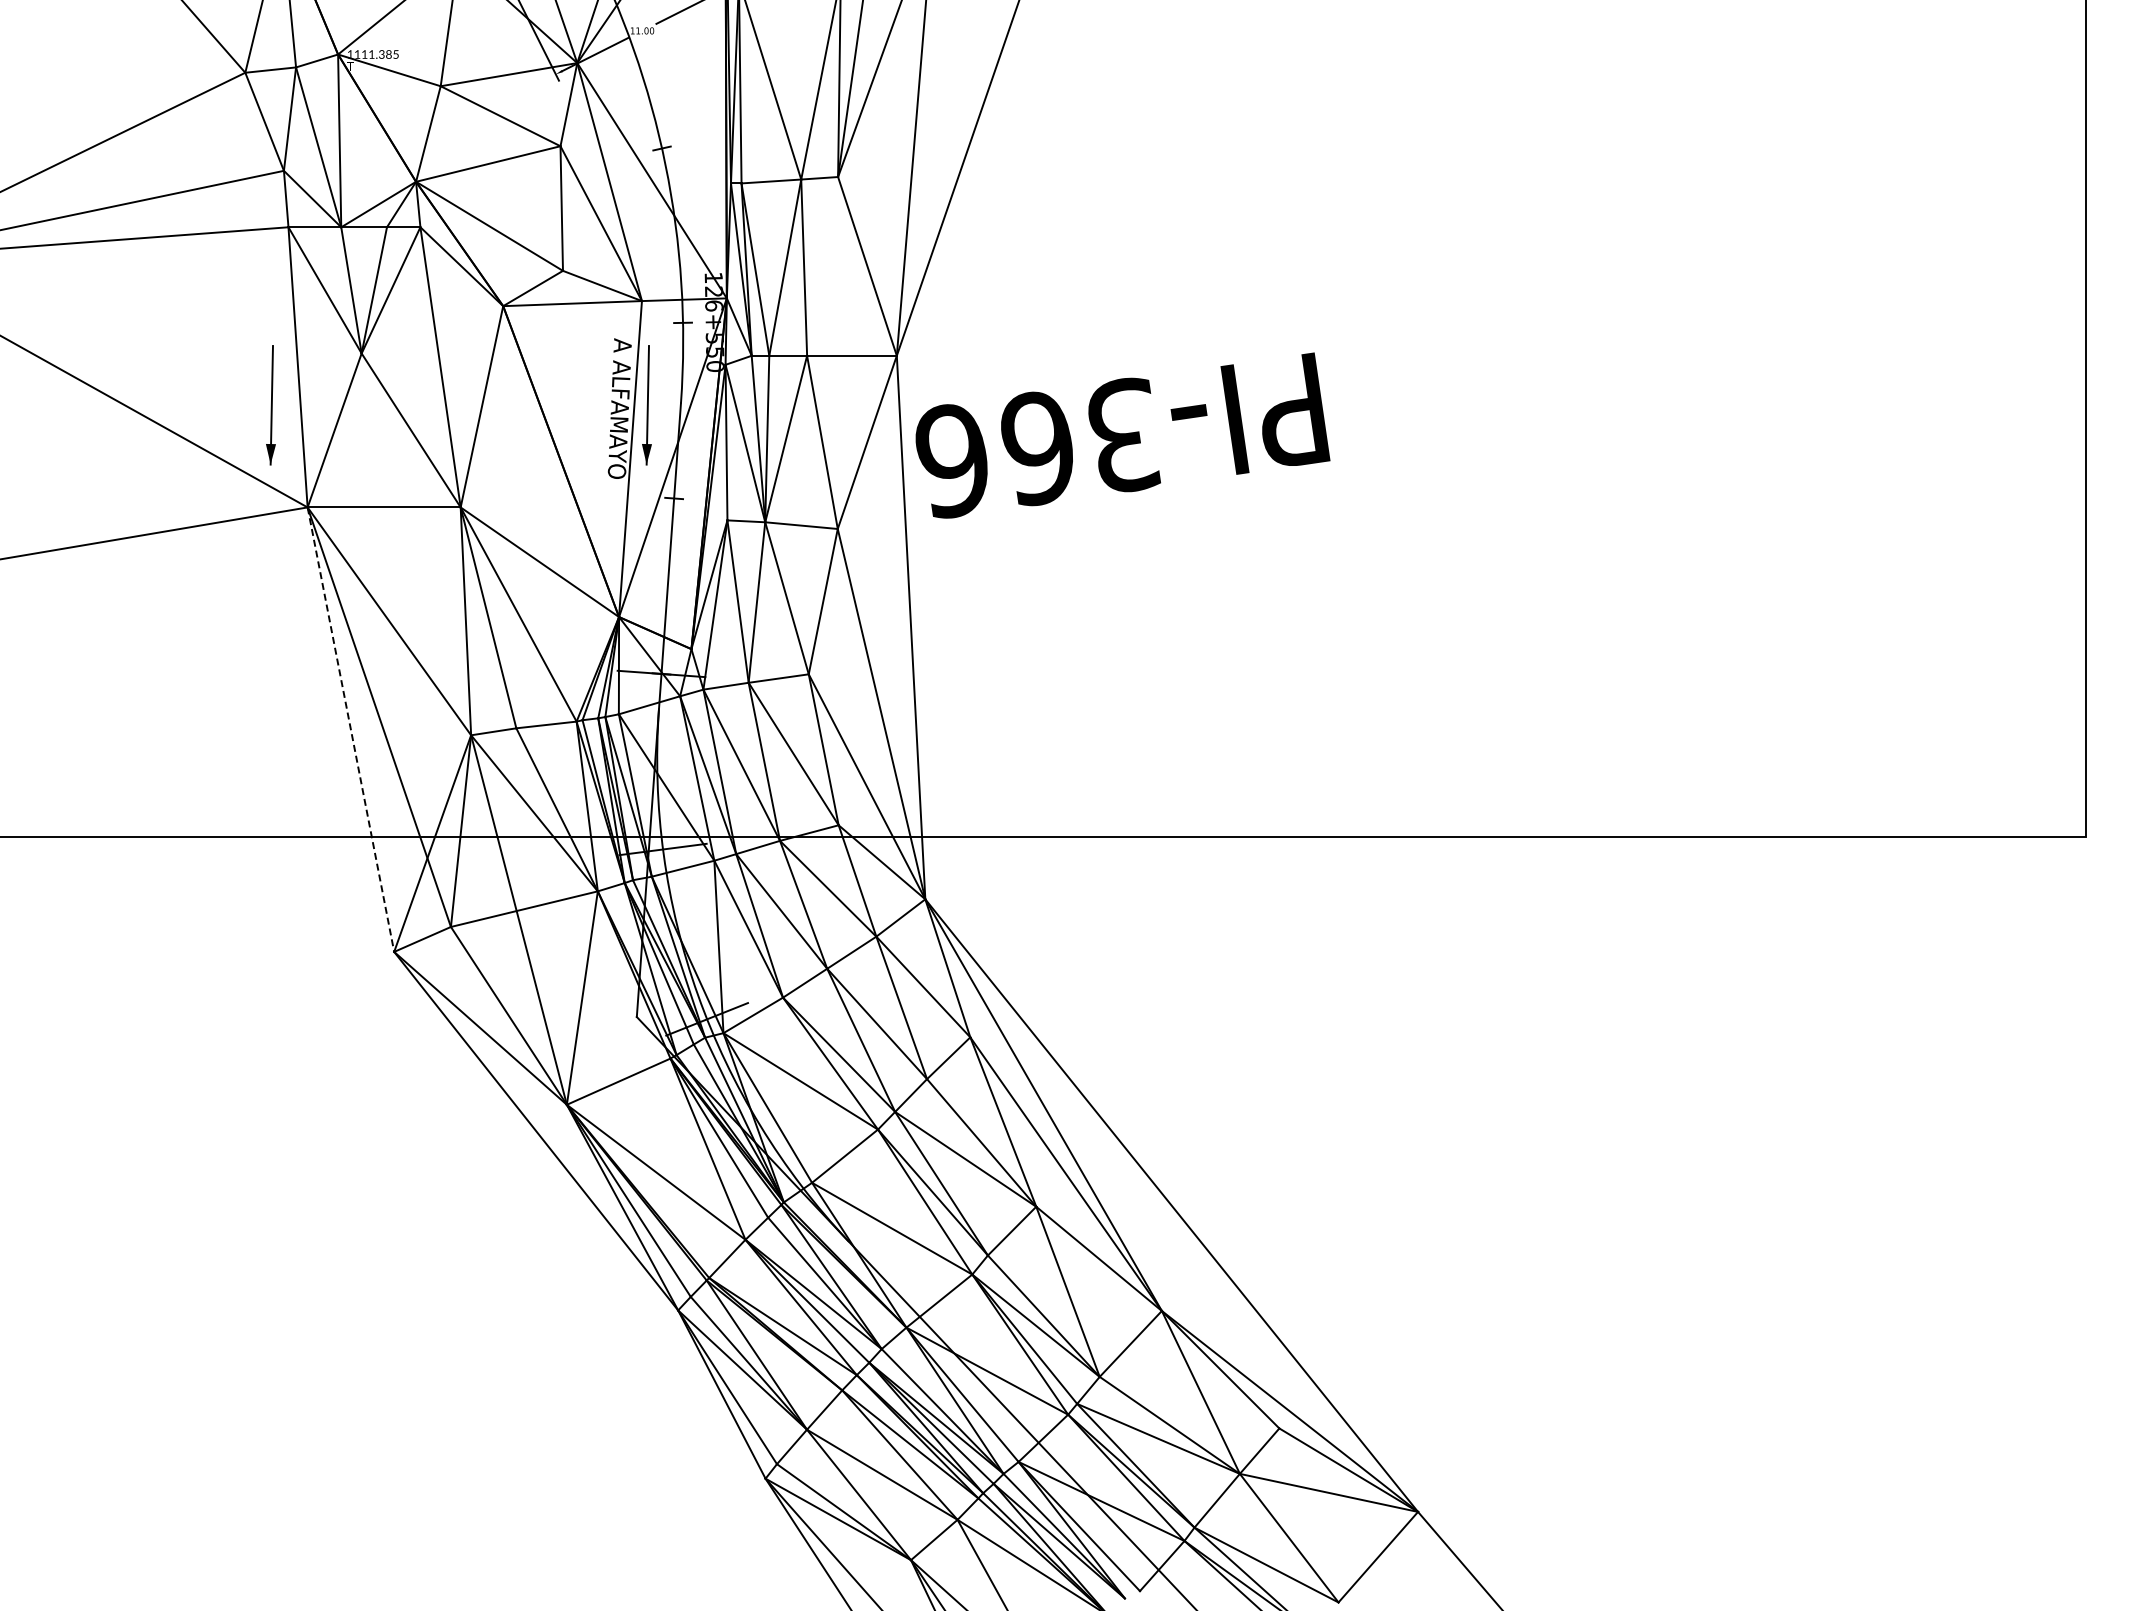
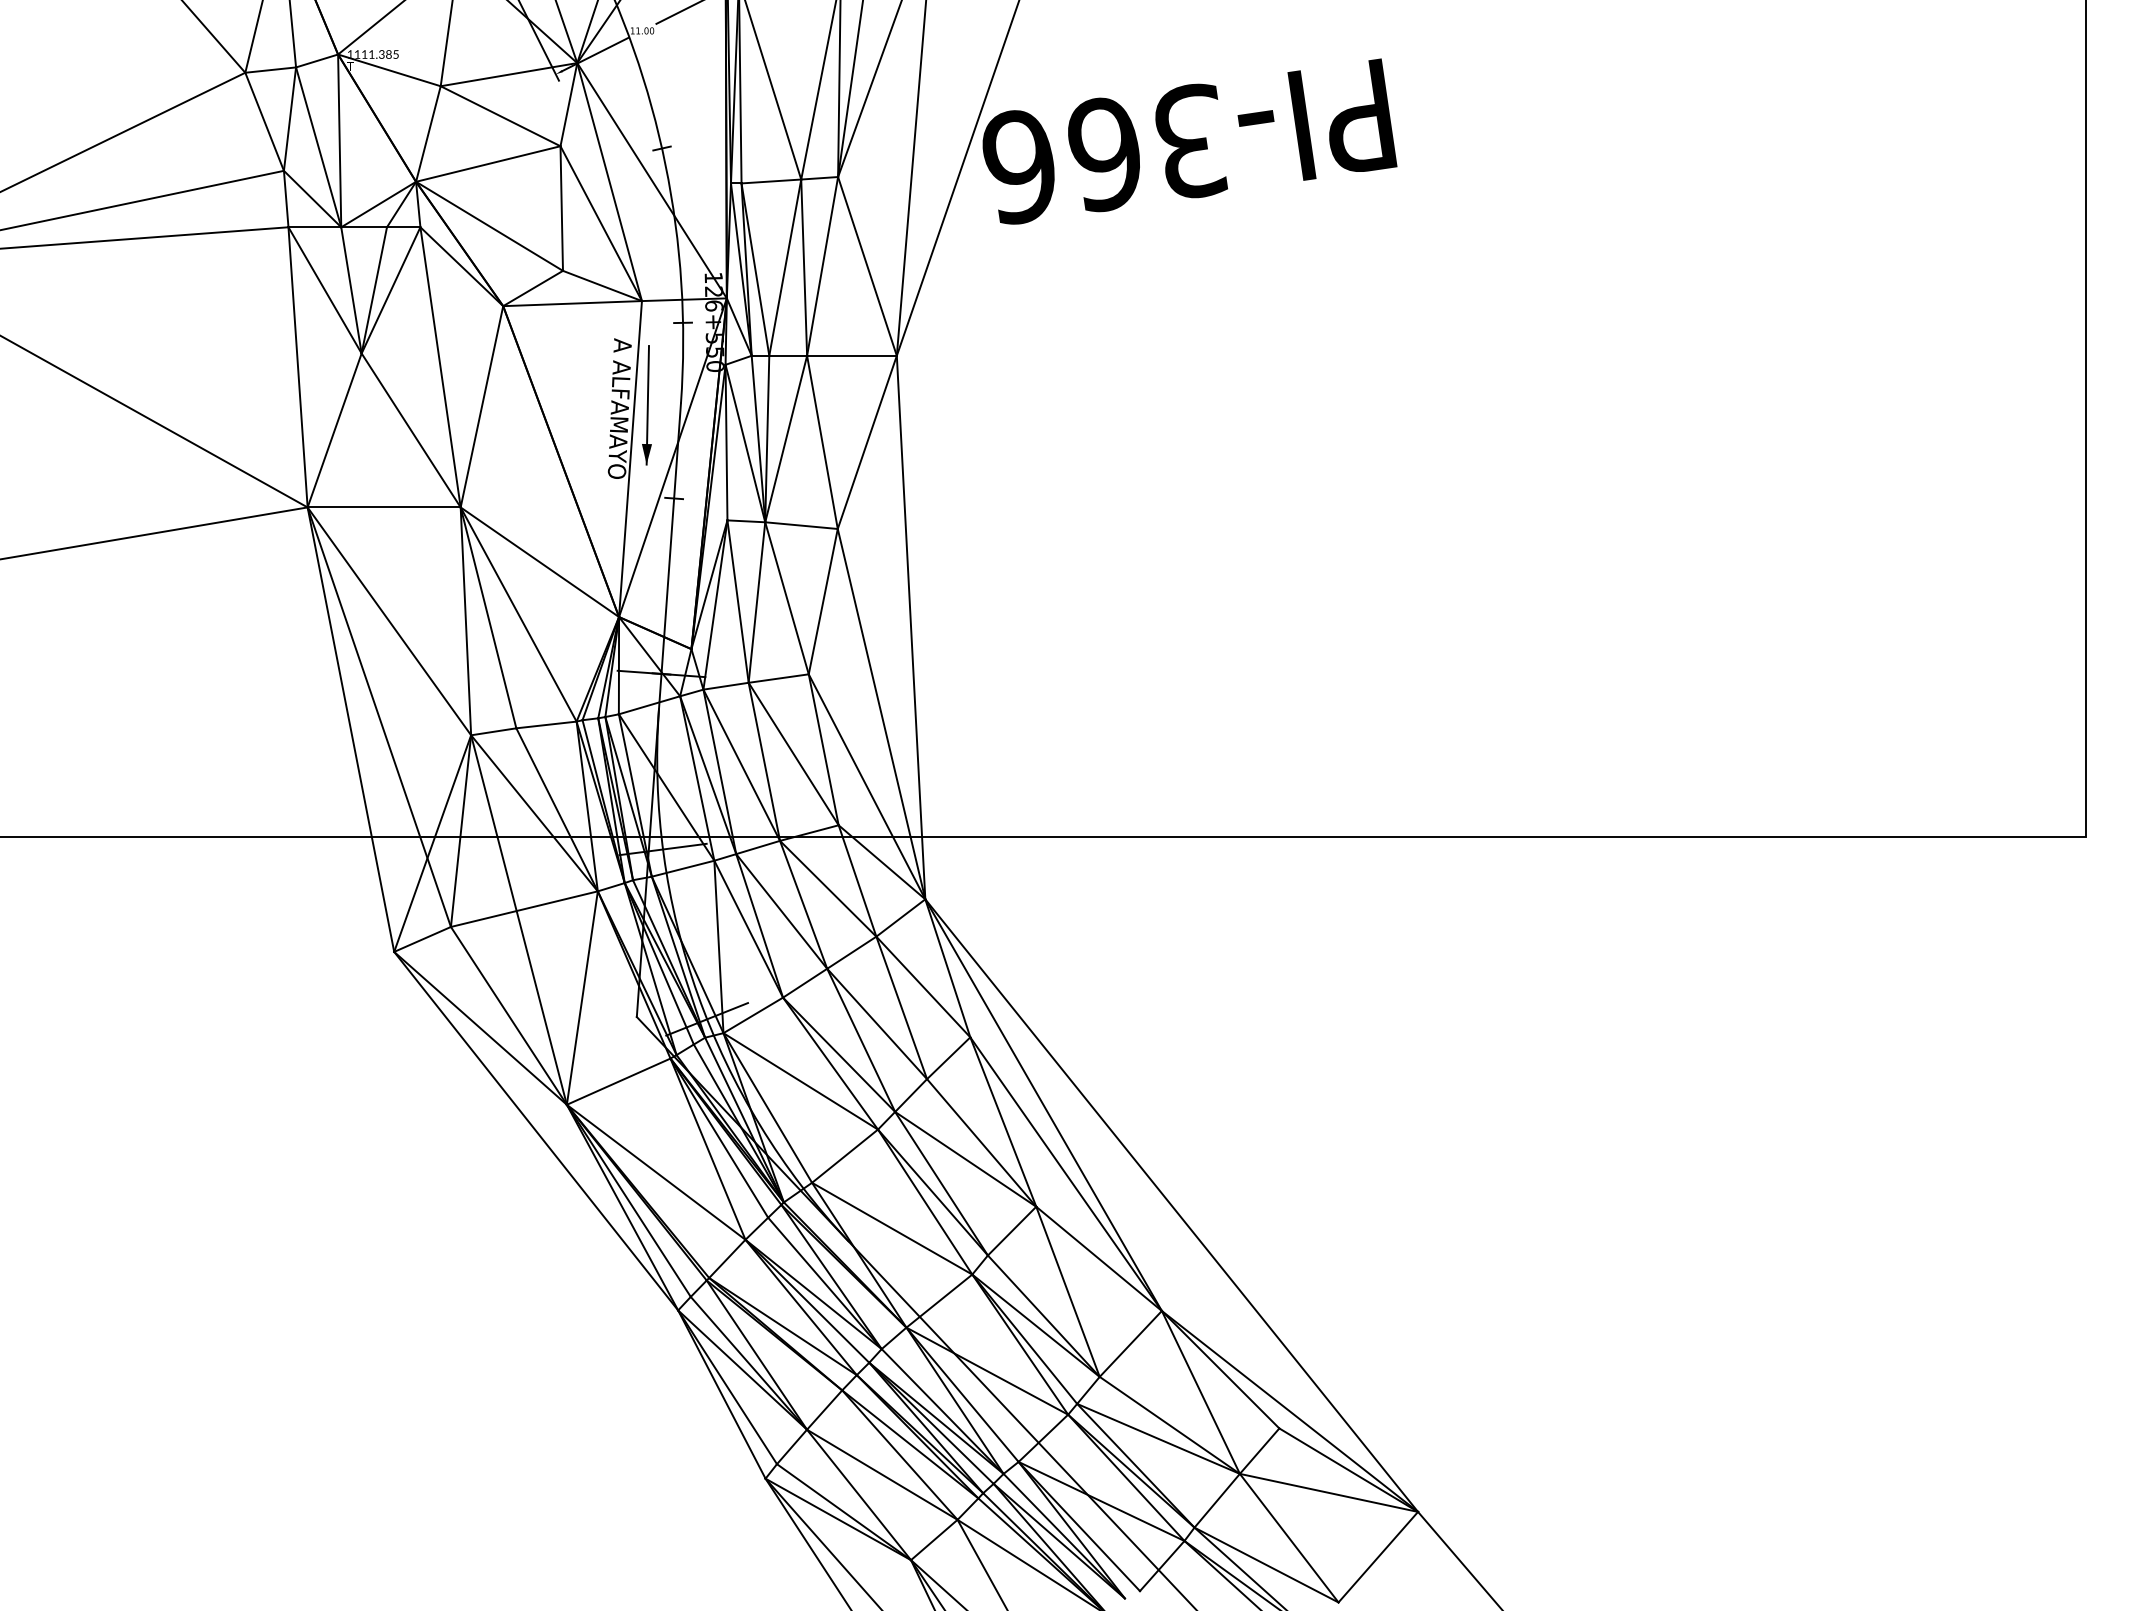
line at (822, 266): none -> present
part at (270, 405): present -> none
text at (1122, 435) position: (1122, 435) -> (1189, 141)
line at (351, 730): dashed -> solid
